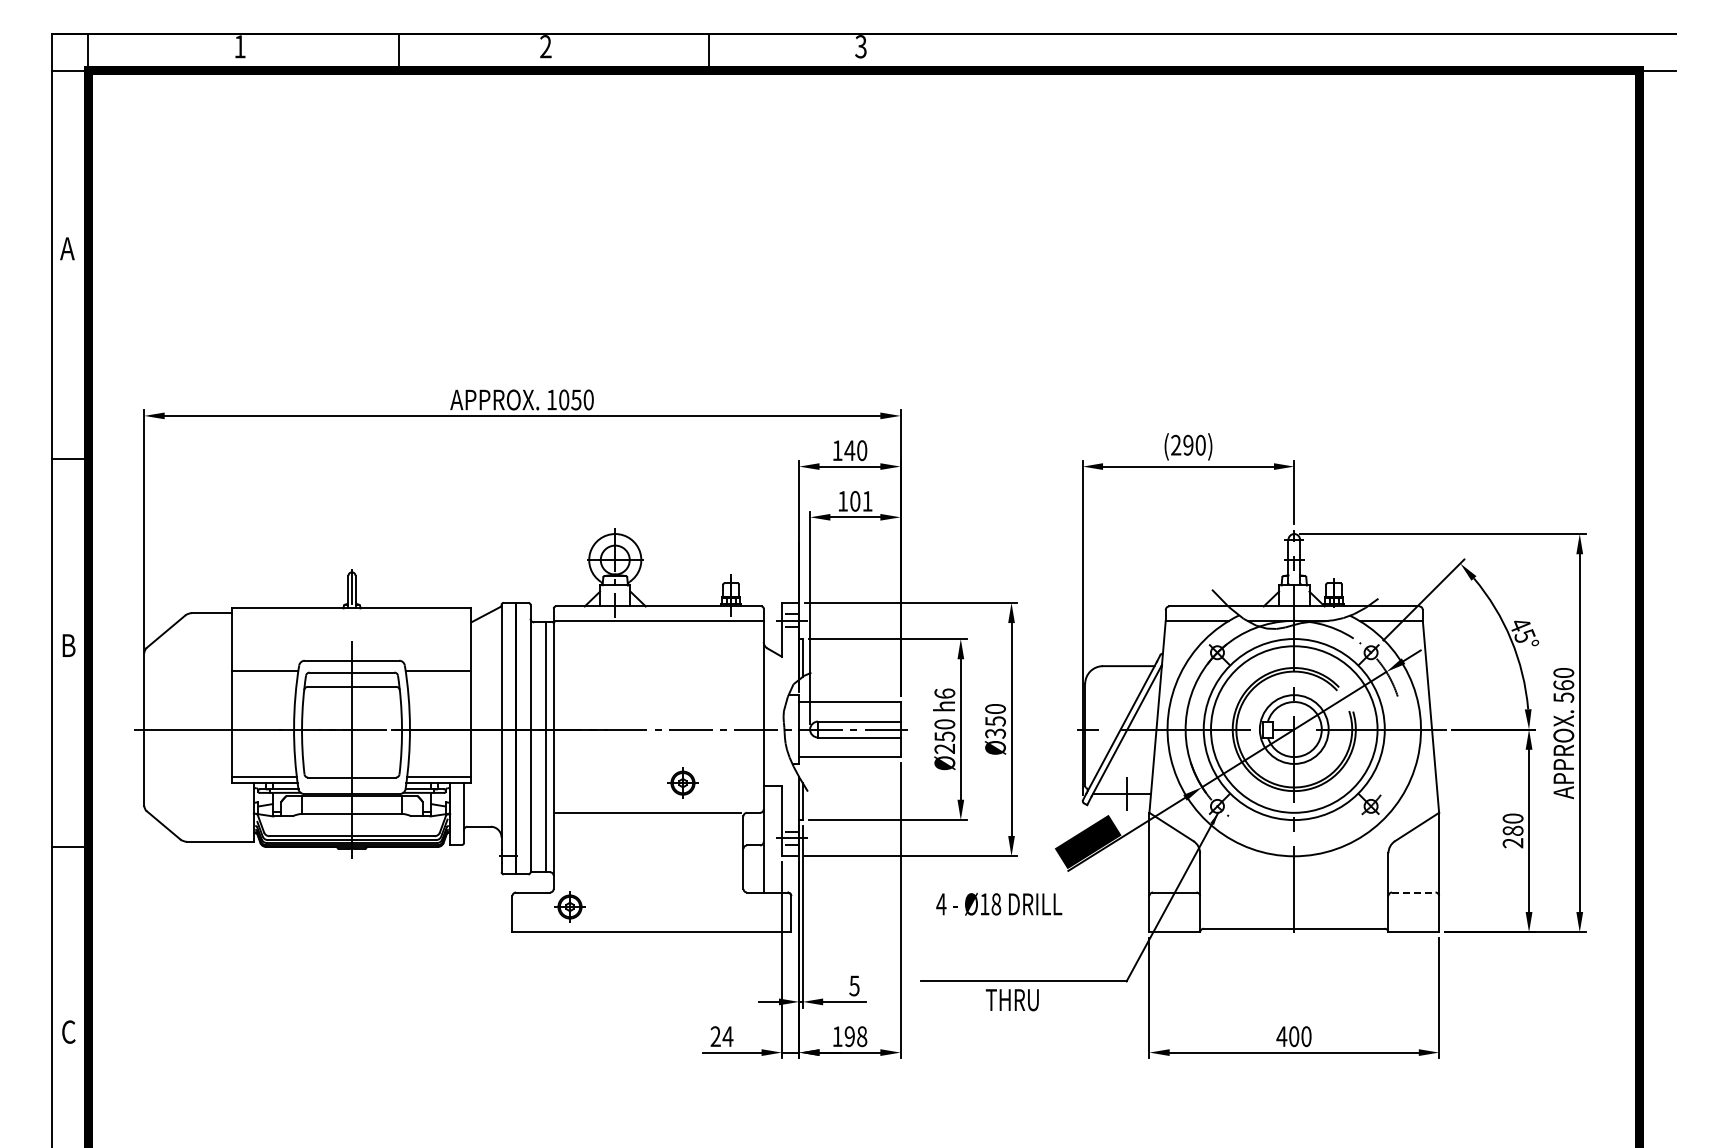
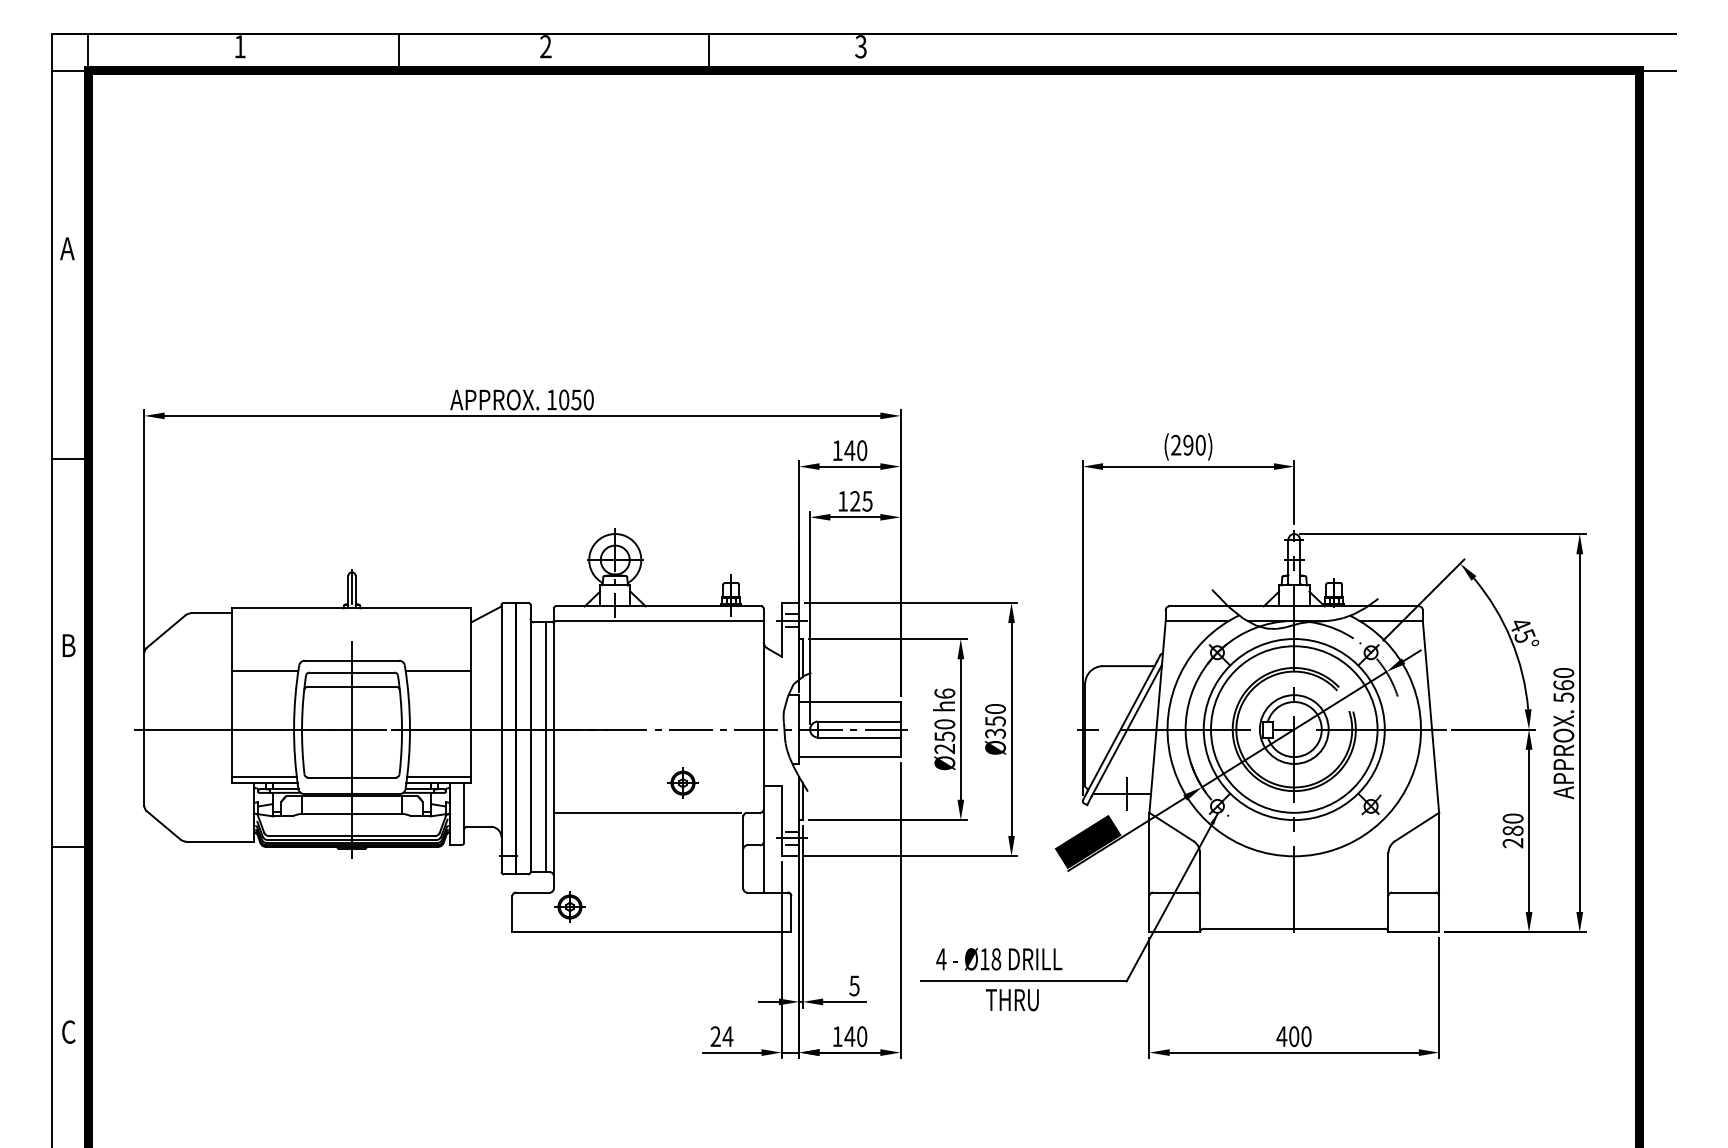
text at (861, 501): 101 -> 125
line at (1413, 892): dashed -> solid
text at (999, 903) position: (999, 903) -> (999, 958)
text at (855, 1036): 198 -> 140
